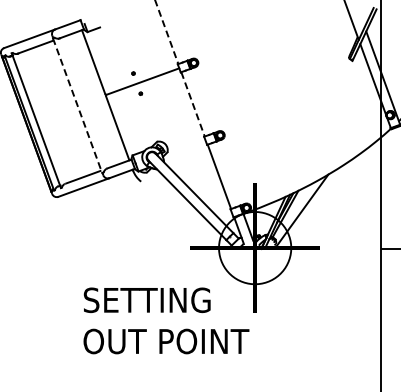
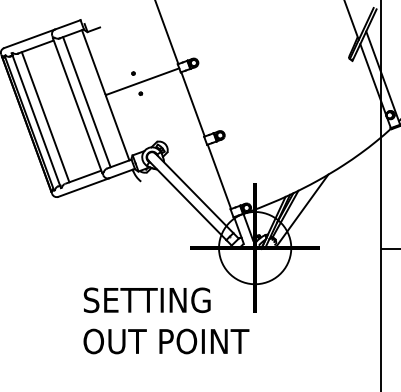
line at (166, 32): dashed -> solid
line at (86, 102): none -> present
line at (193, 104): dashed -> solid
line at (77, 105): dashed -> solid
line at (45, 117): none -> present
